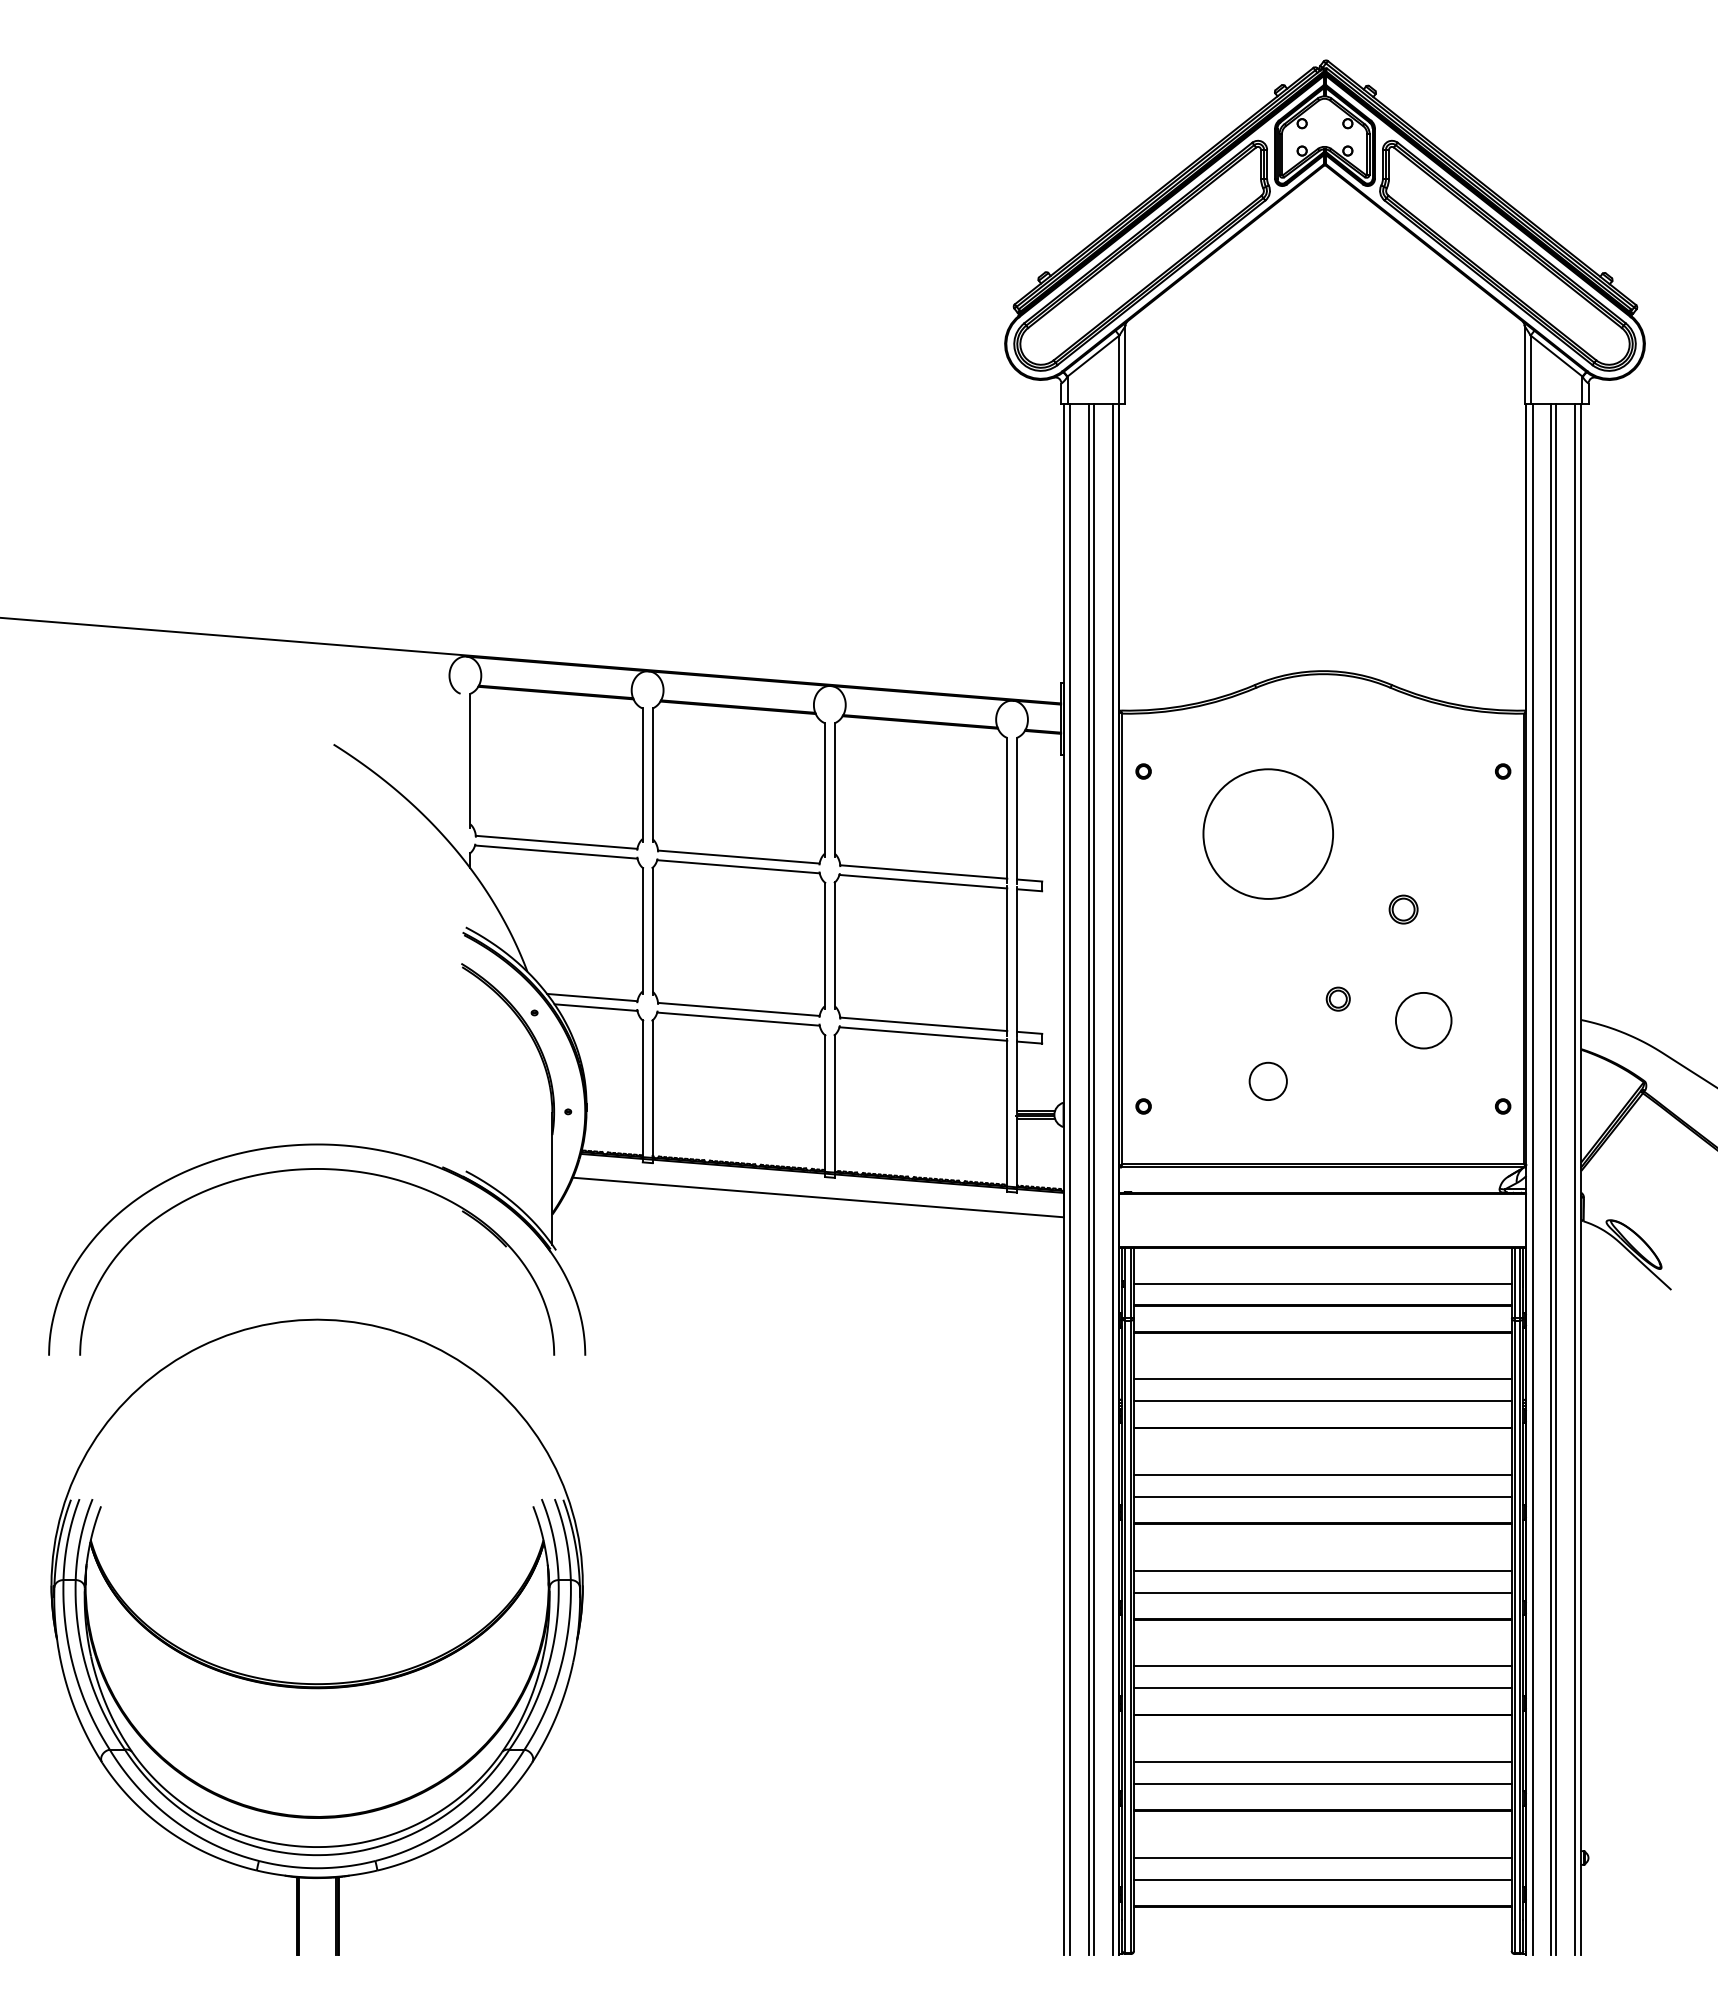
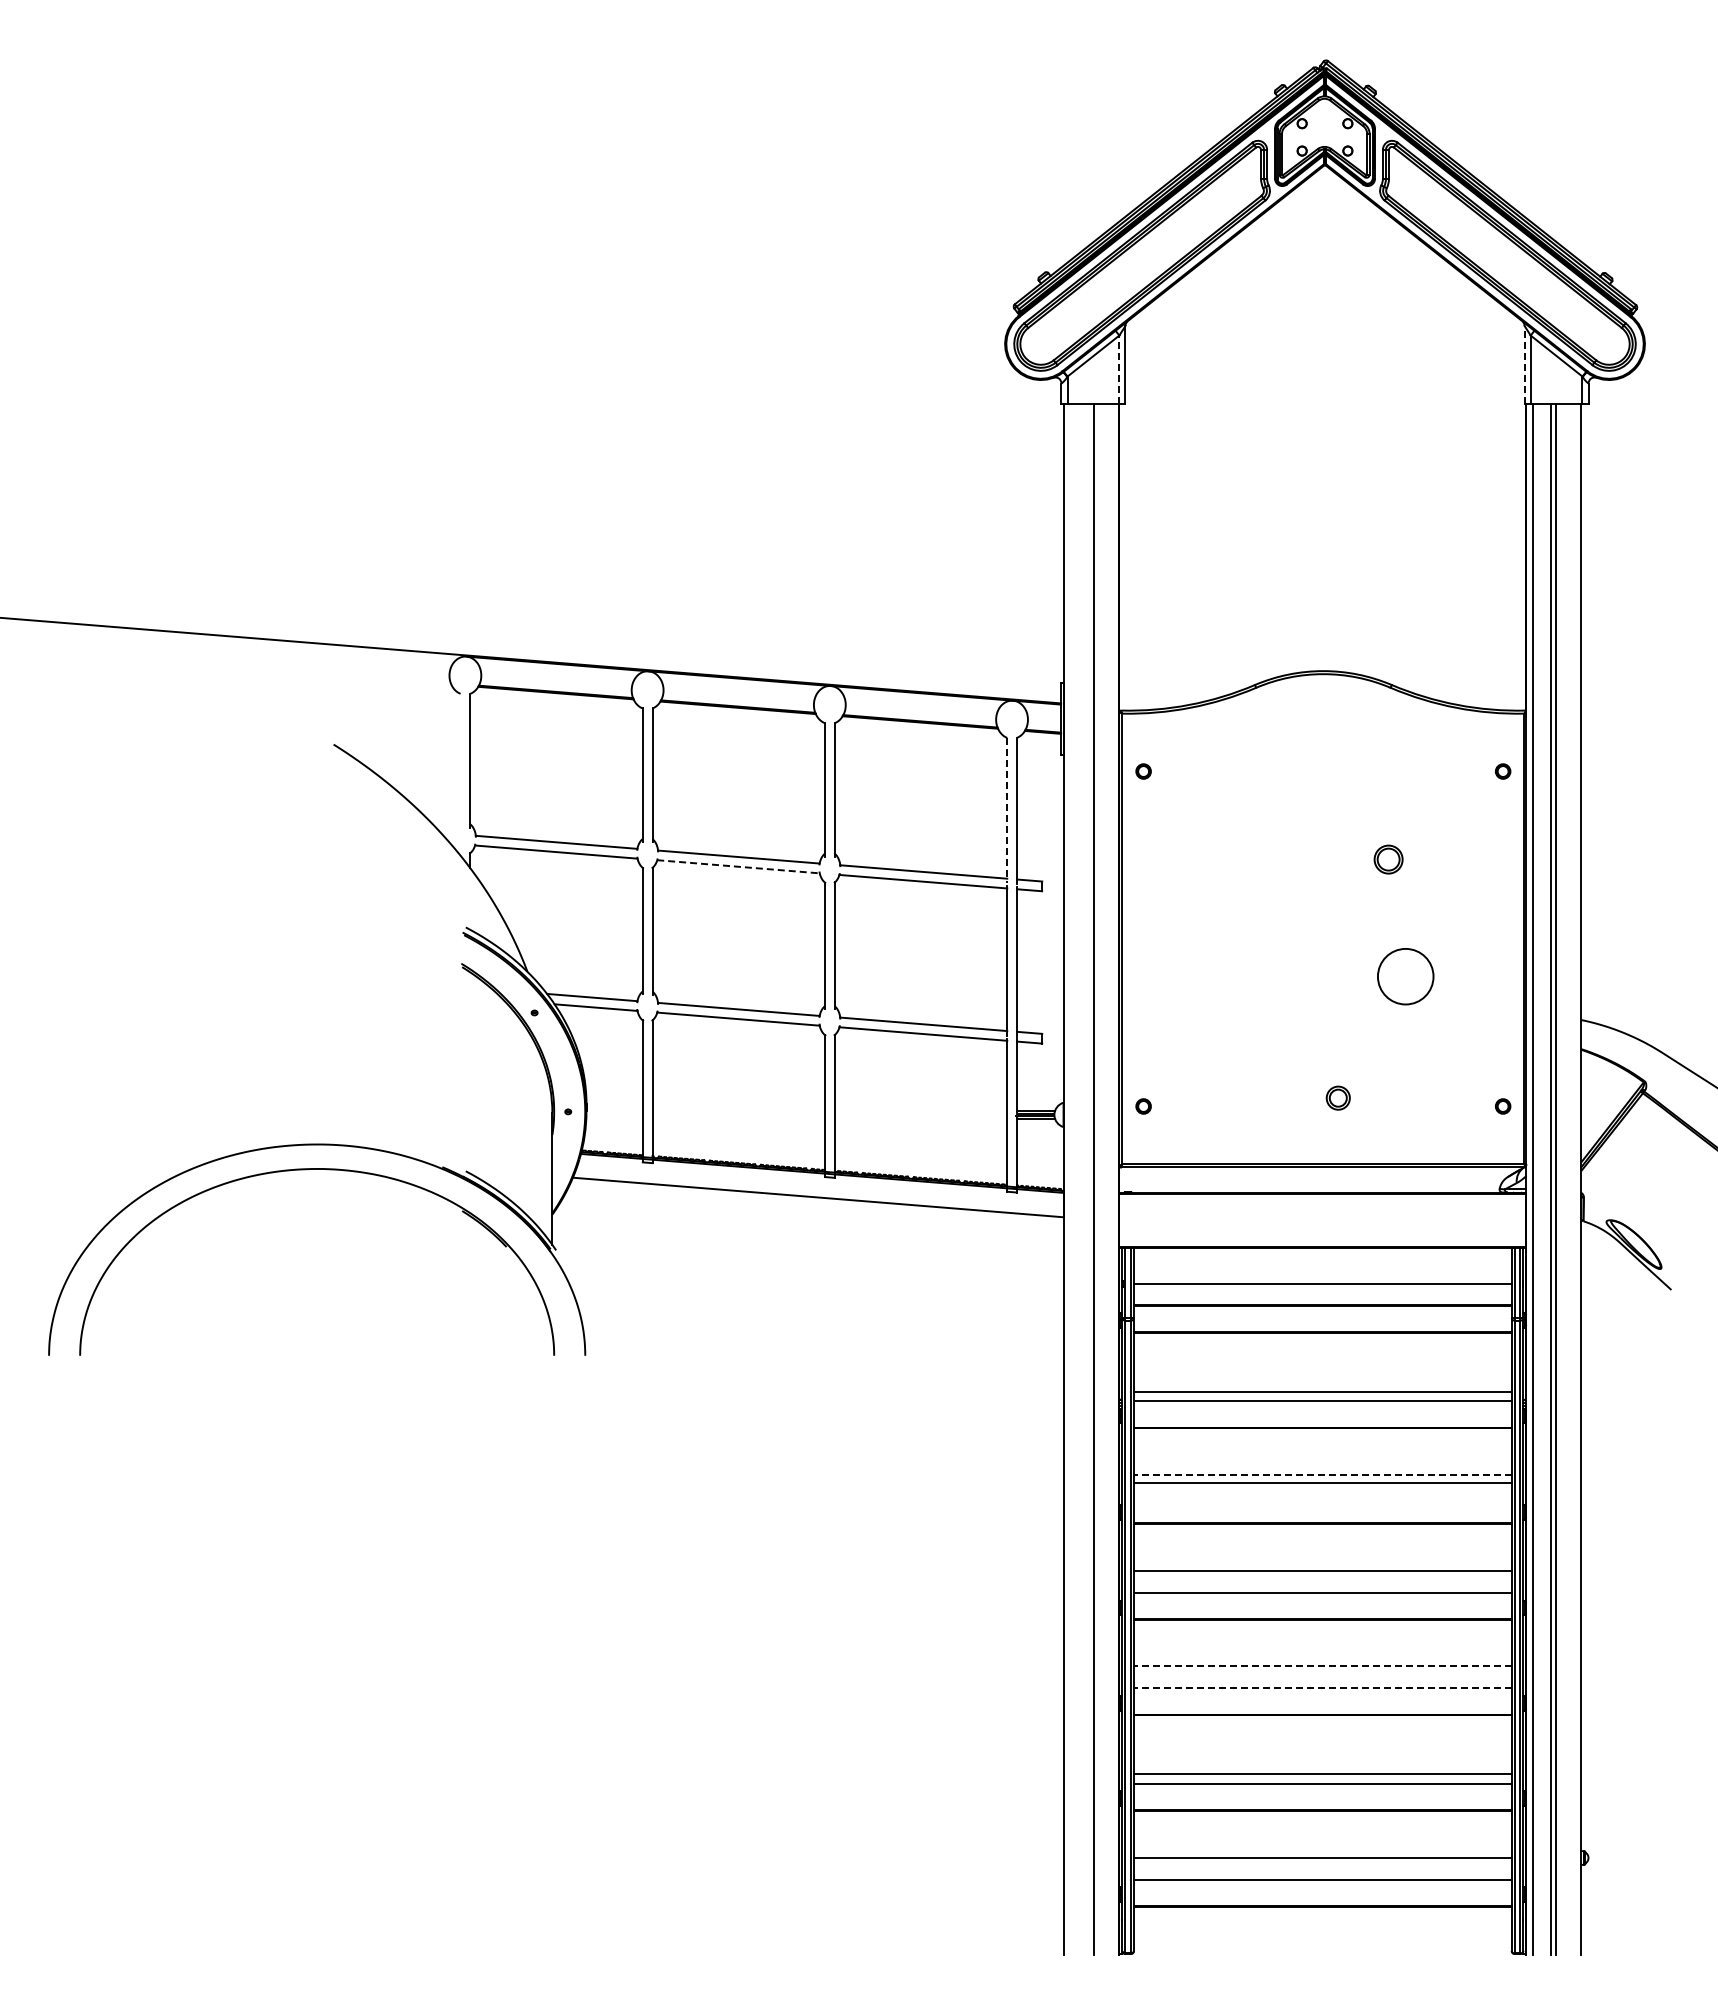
line at (1524, 364): solid -> dashed
line at (1119, 369): solid -> dashed
line at (1007, 810): solid -> dashed
circle at (1267, 833): present -> none
line at (738, 866): solid -> dashed
part at (1403, 909) position: (1403, 909) -> (1388, 859)
part at (1337, 998) position: (1337, 998) -> (1337, 1097)
circle at (1423, 1020) position: (1423, 1020) -> (1405, 976)
circle at (1267, 1080): present -> none
line at (1070, 1179): present -> none
line at (1089, 1179): present -> none
line at (1112, 1179): present -> none
line at (1575, 1179): present -> none
line at (1322, 1379) position: (1322, 1379) -> (1322, 1392)
line at (1322, 1475): solid -> dashed
line at (1322, 1496) position: (1322, 1496) -> (1322, 1482)
part at (316, 1636): present -> none
line at (1322, 1666): solid -> dashed
line at (1322, 1688): solid -> dashed
line at (1322, 1762) position: (1322, 1762) -> (1322, 1774)
